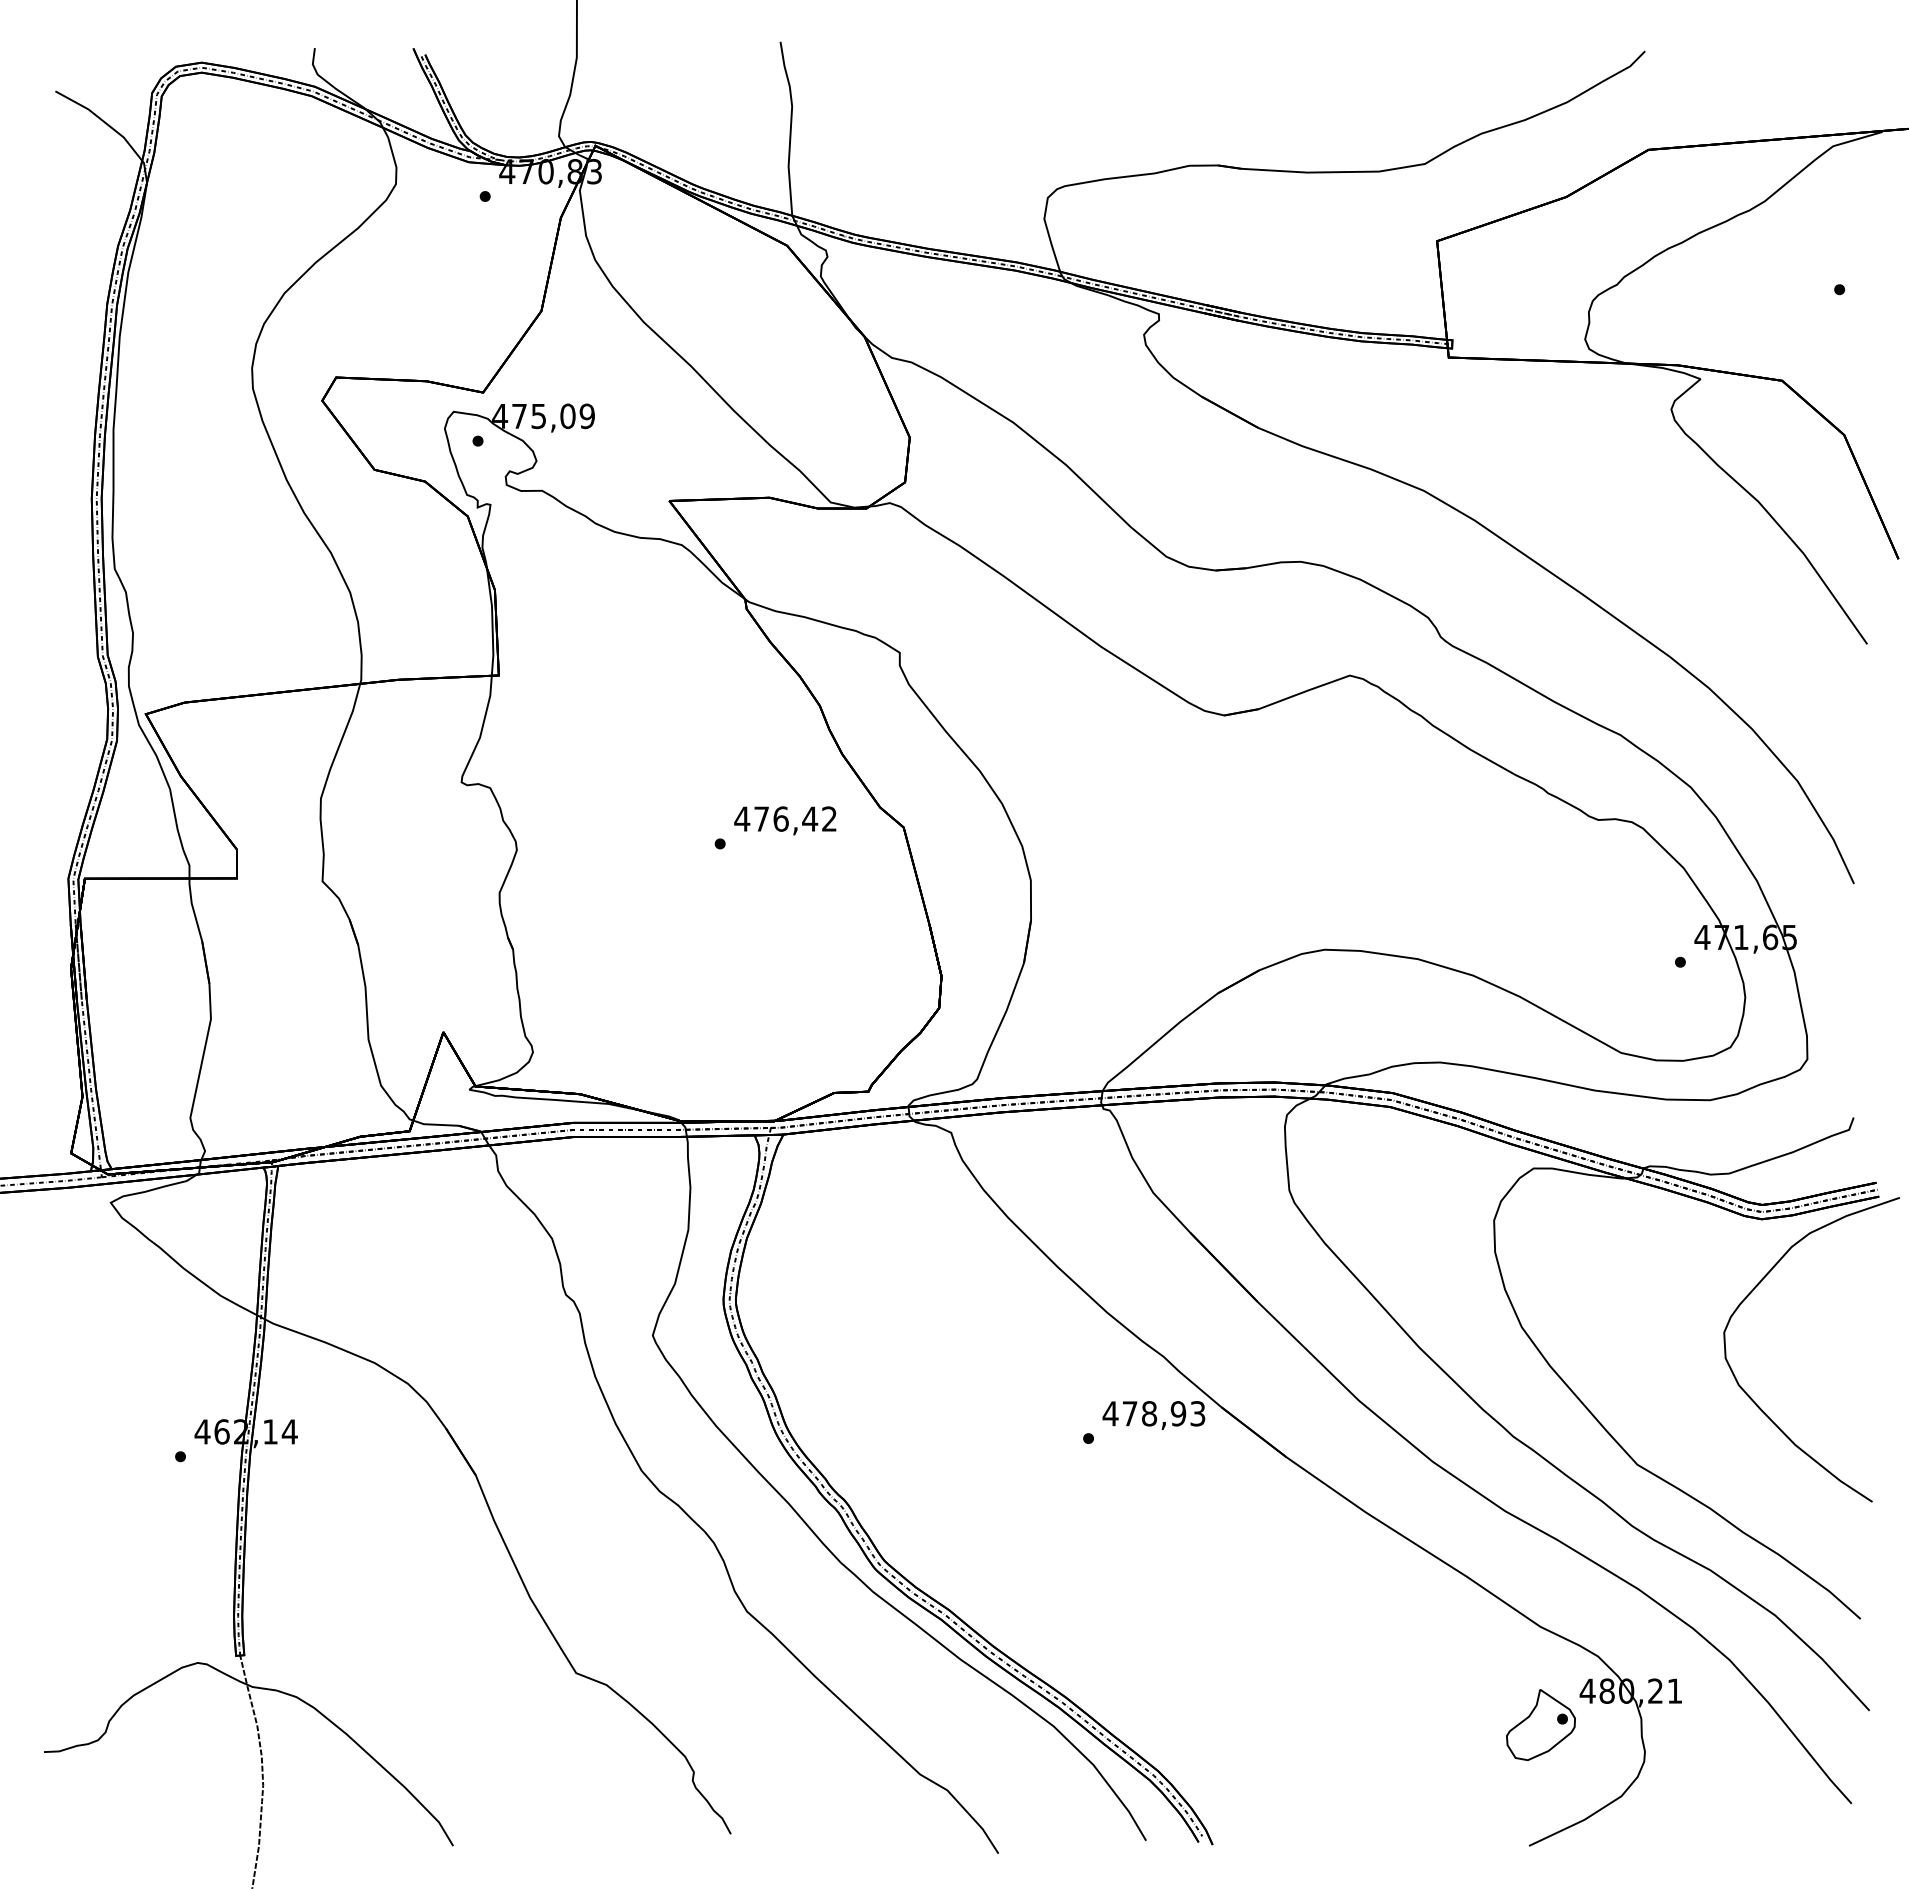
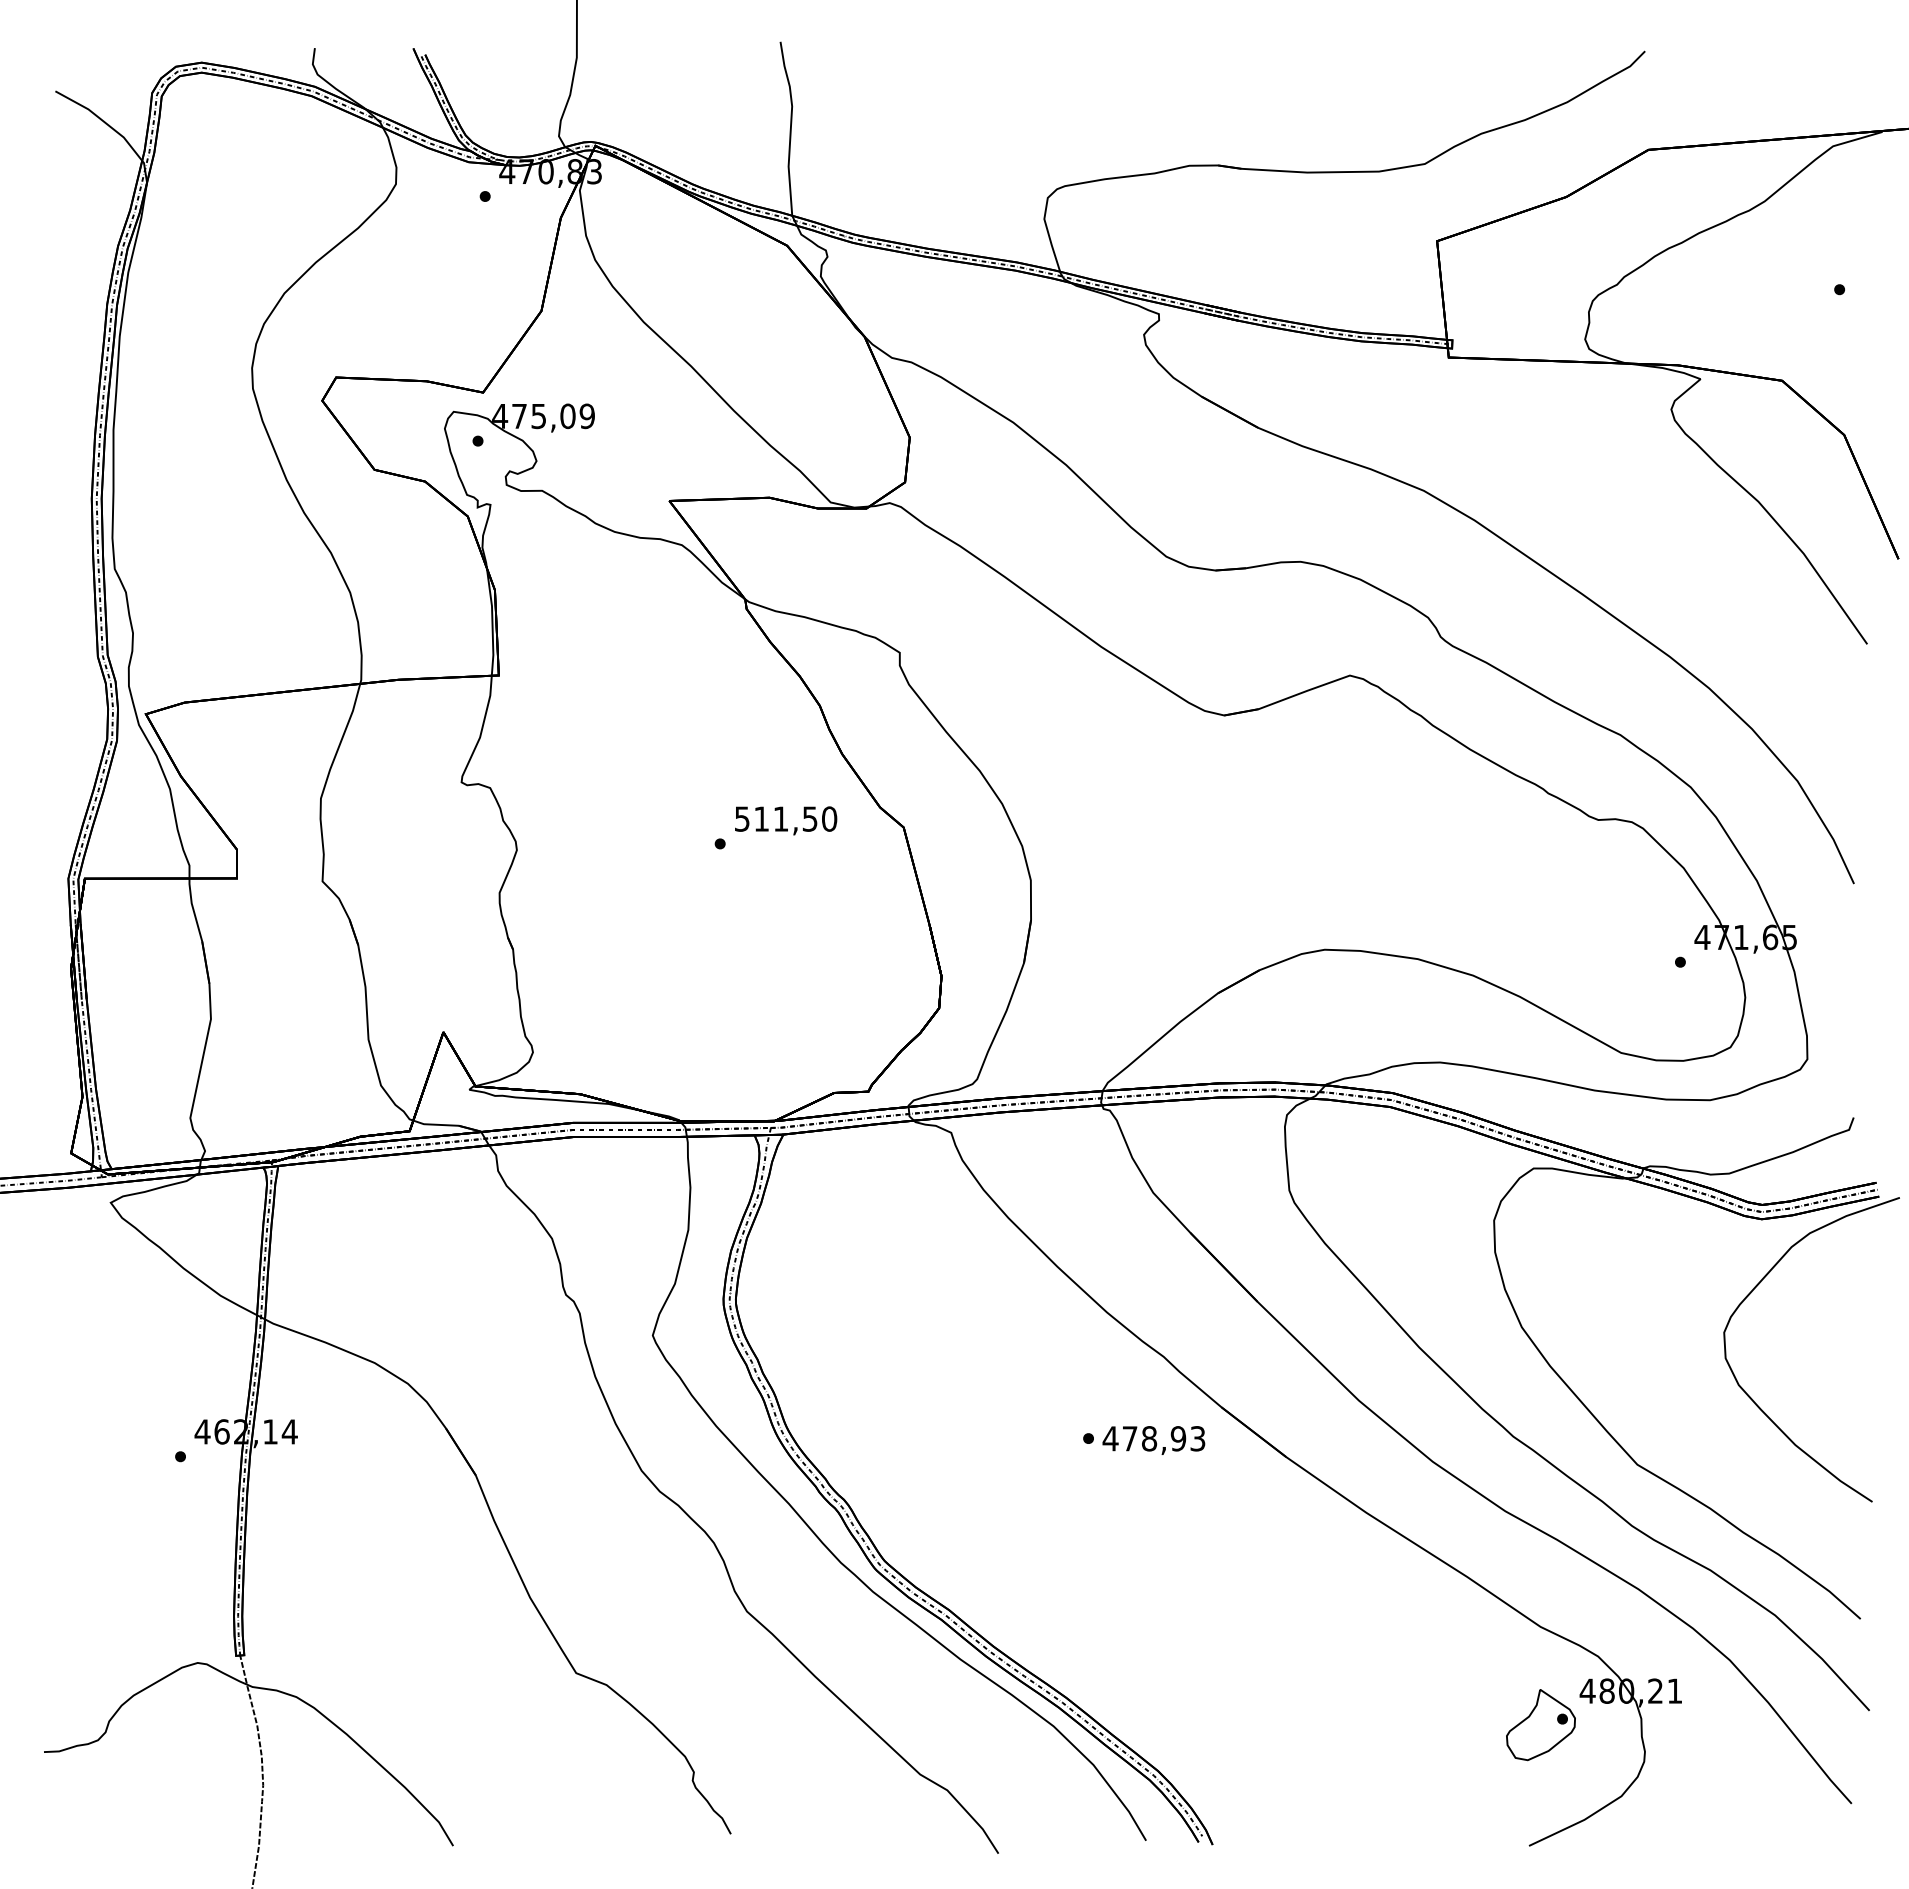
text at (785, 818): 476,42 -> 511,50
text at (1153, 1415) position: (1153, 1415) -> (1153, 1440)
